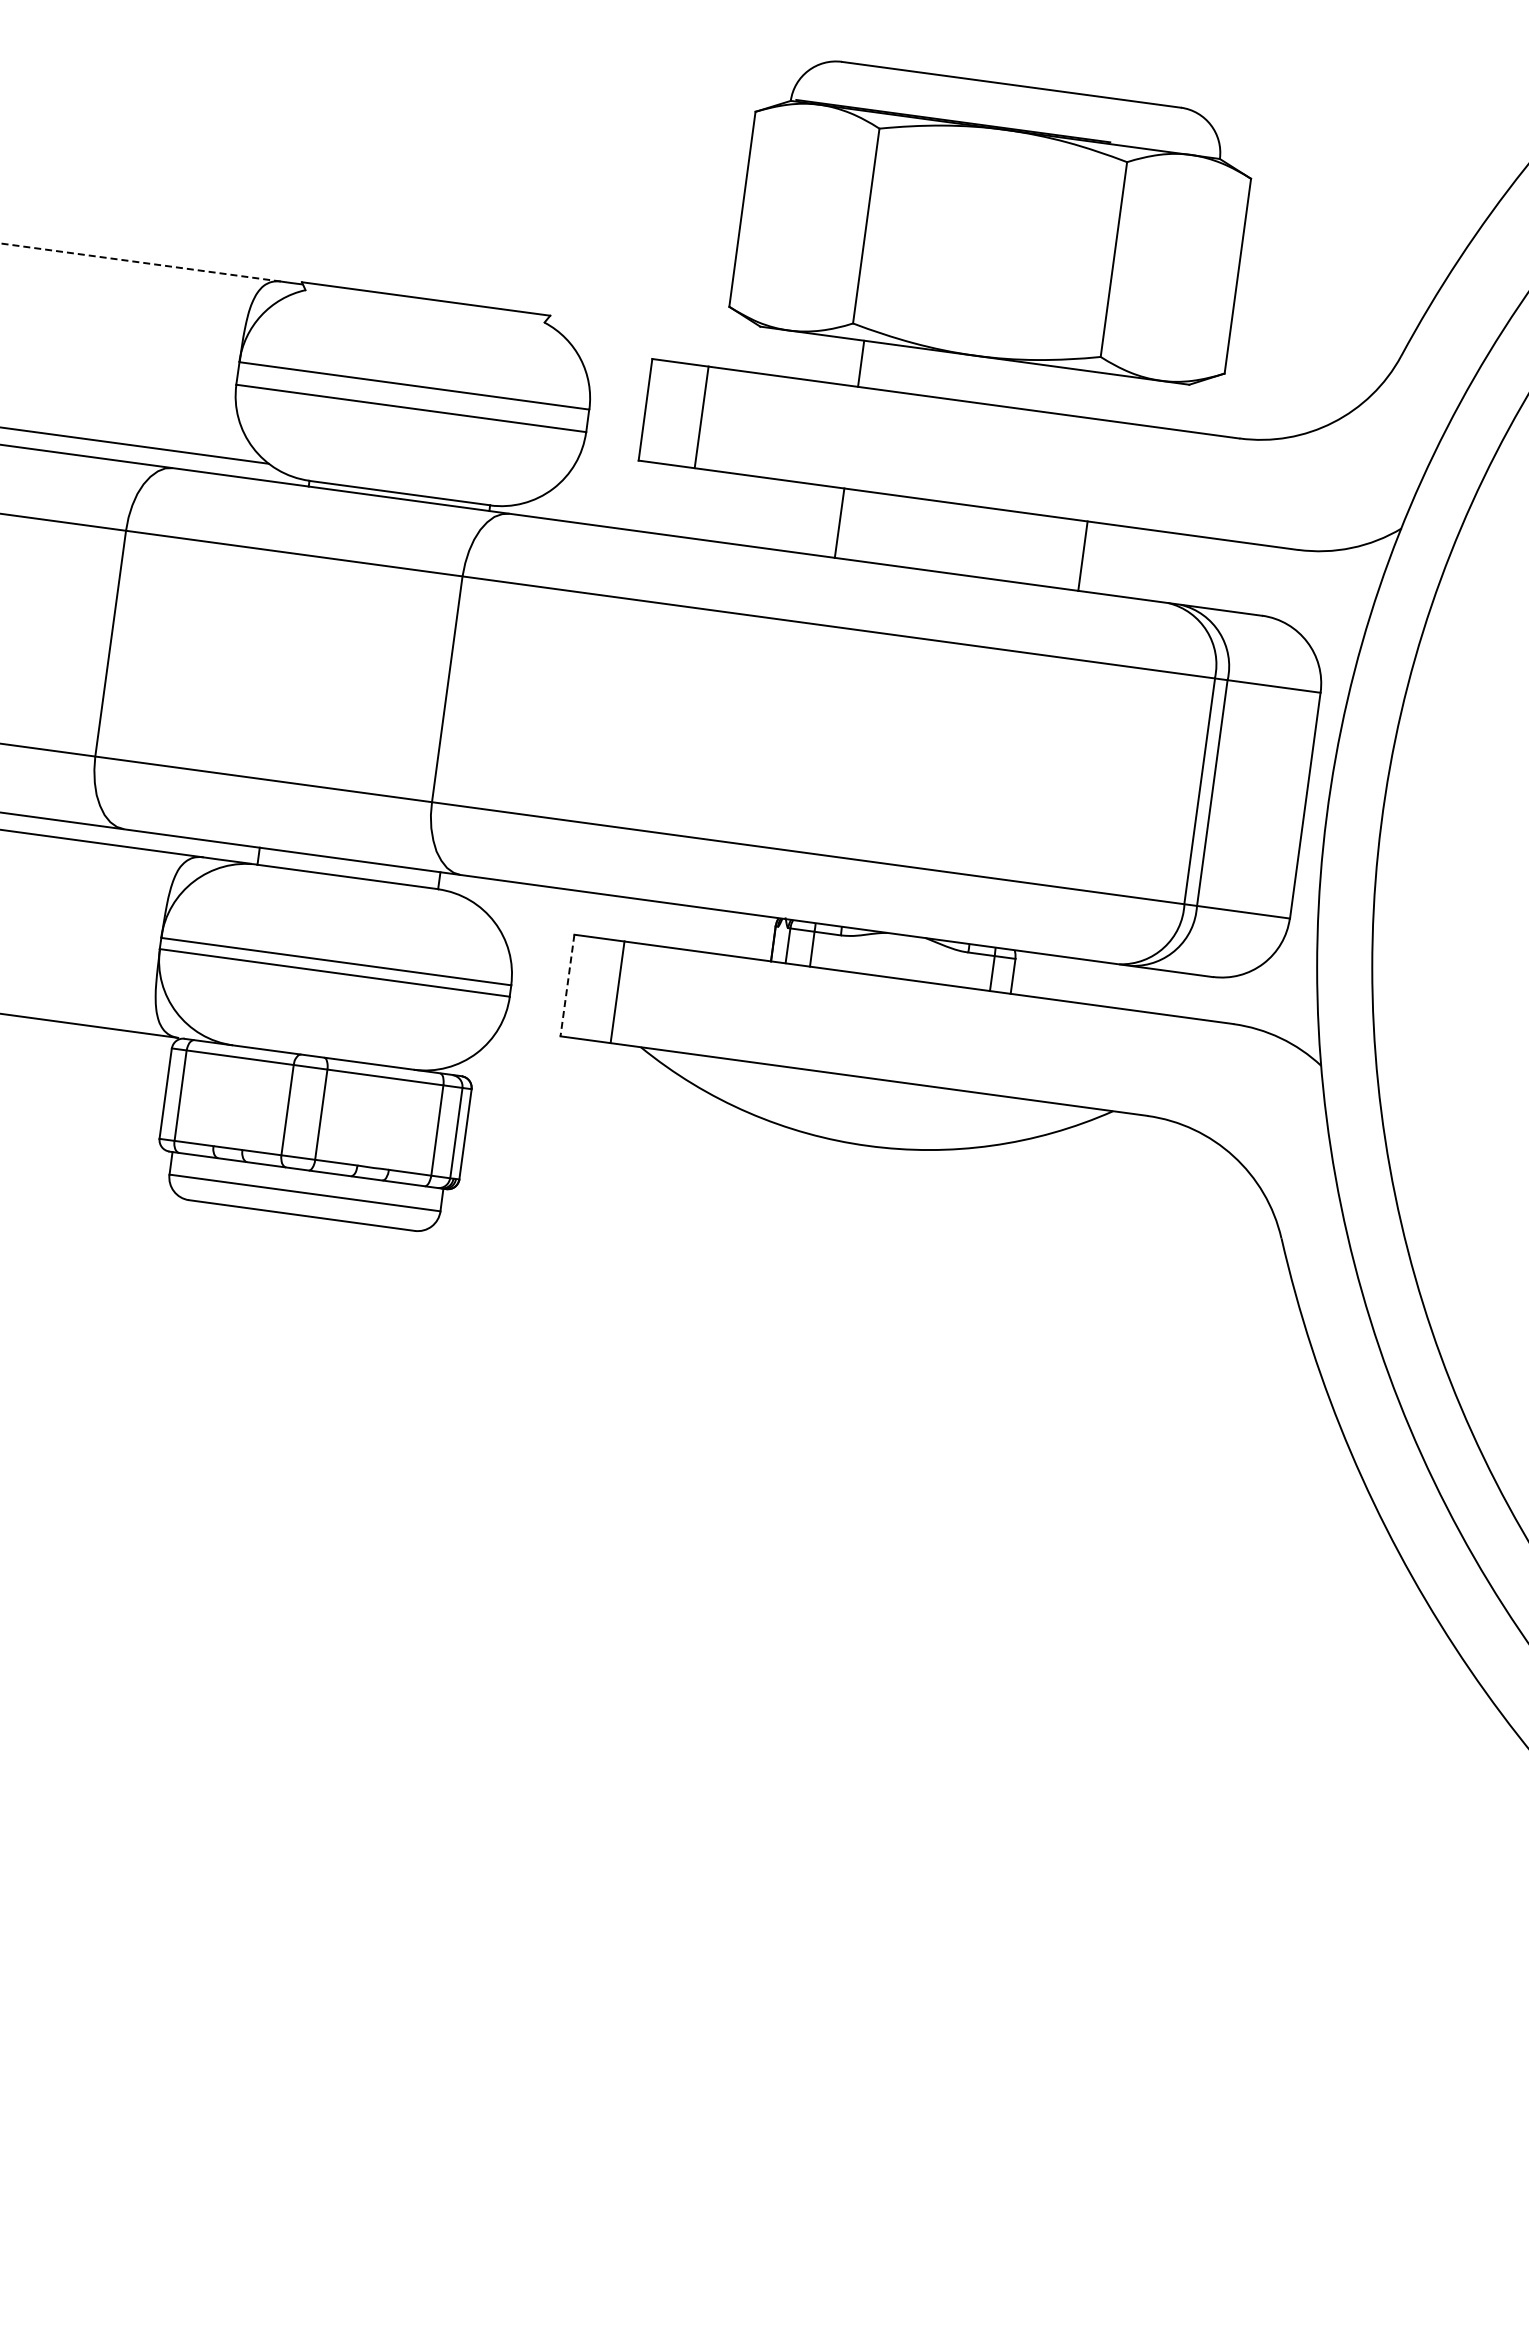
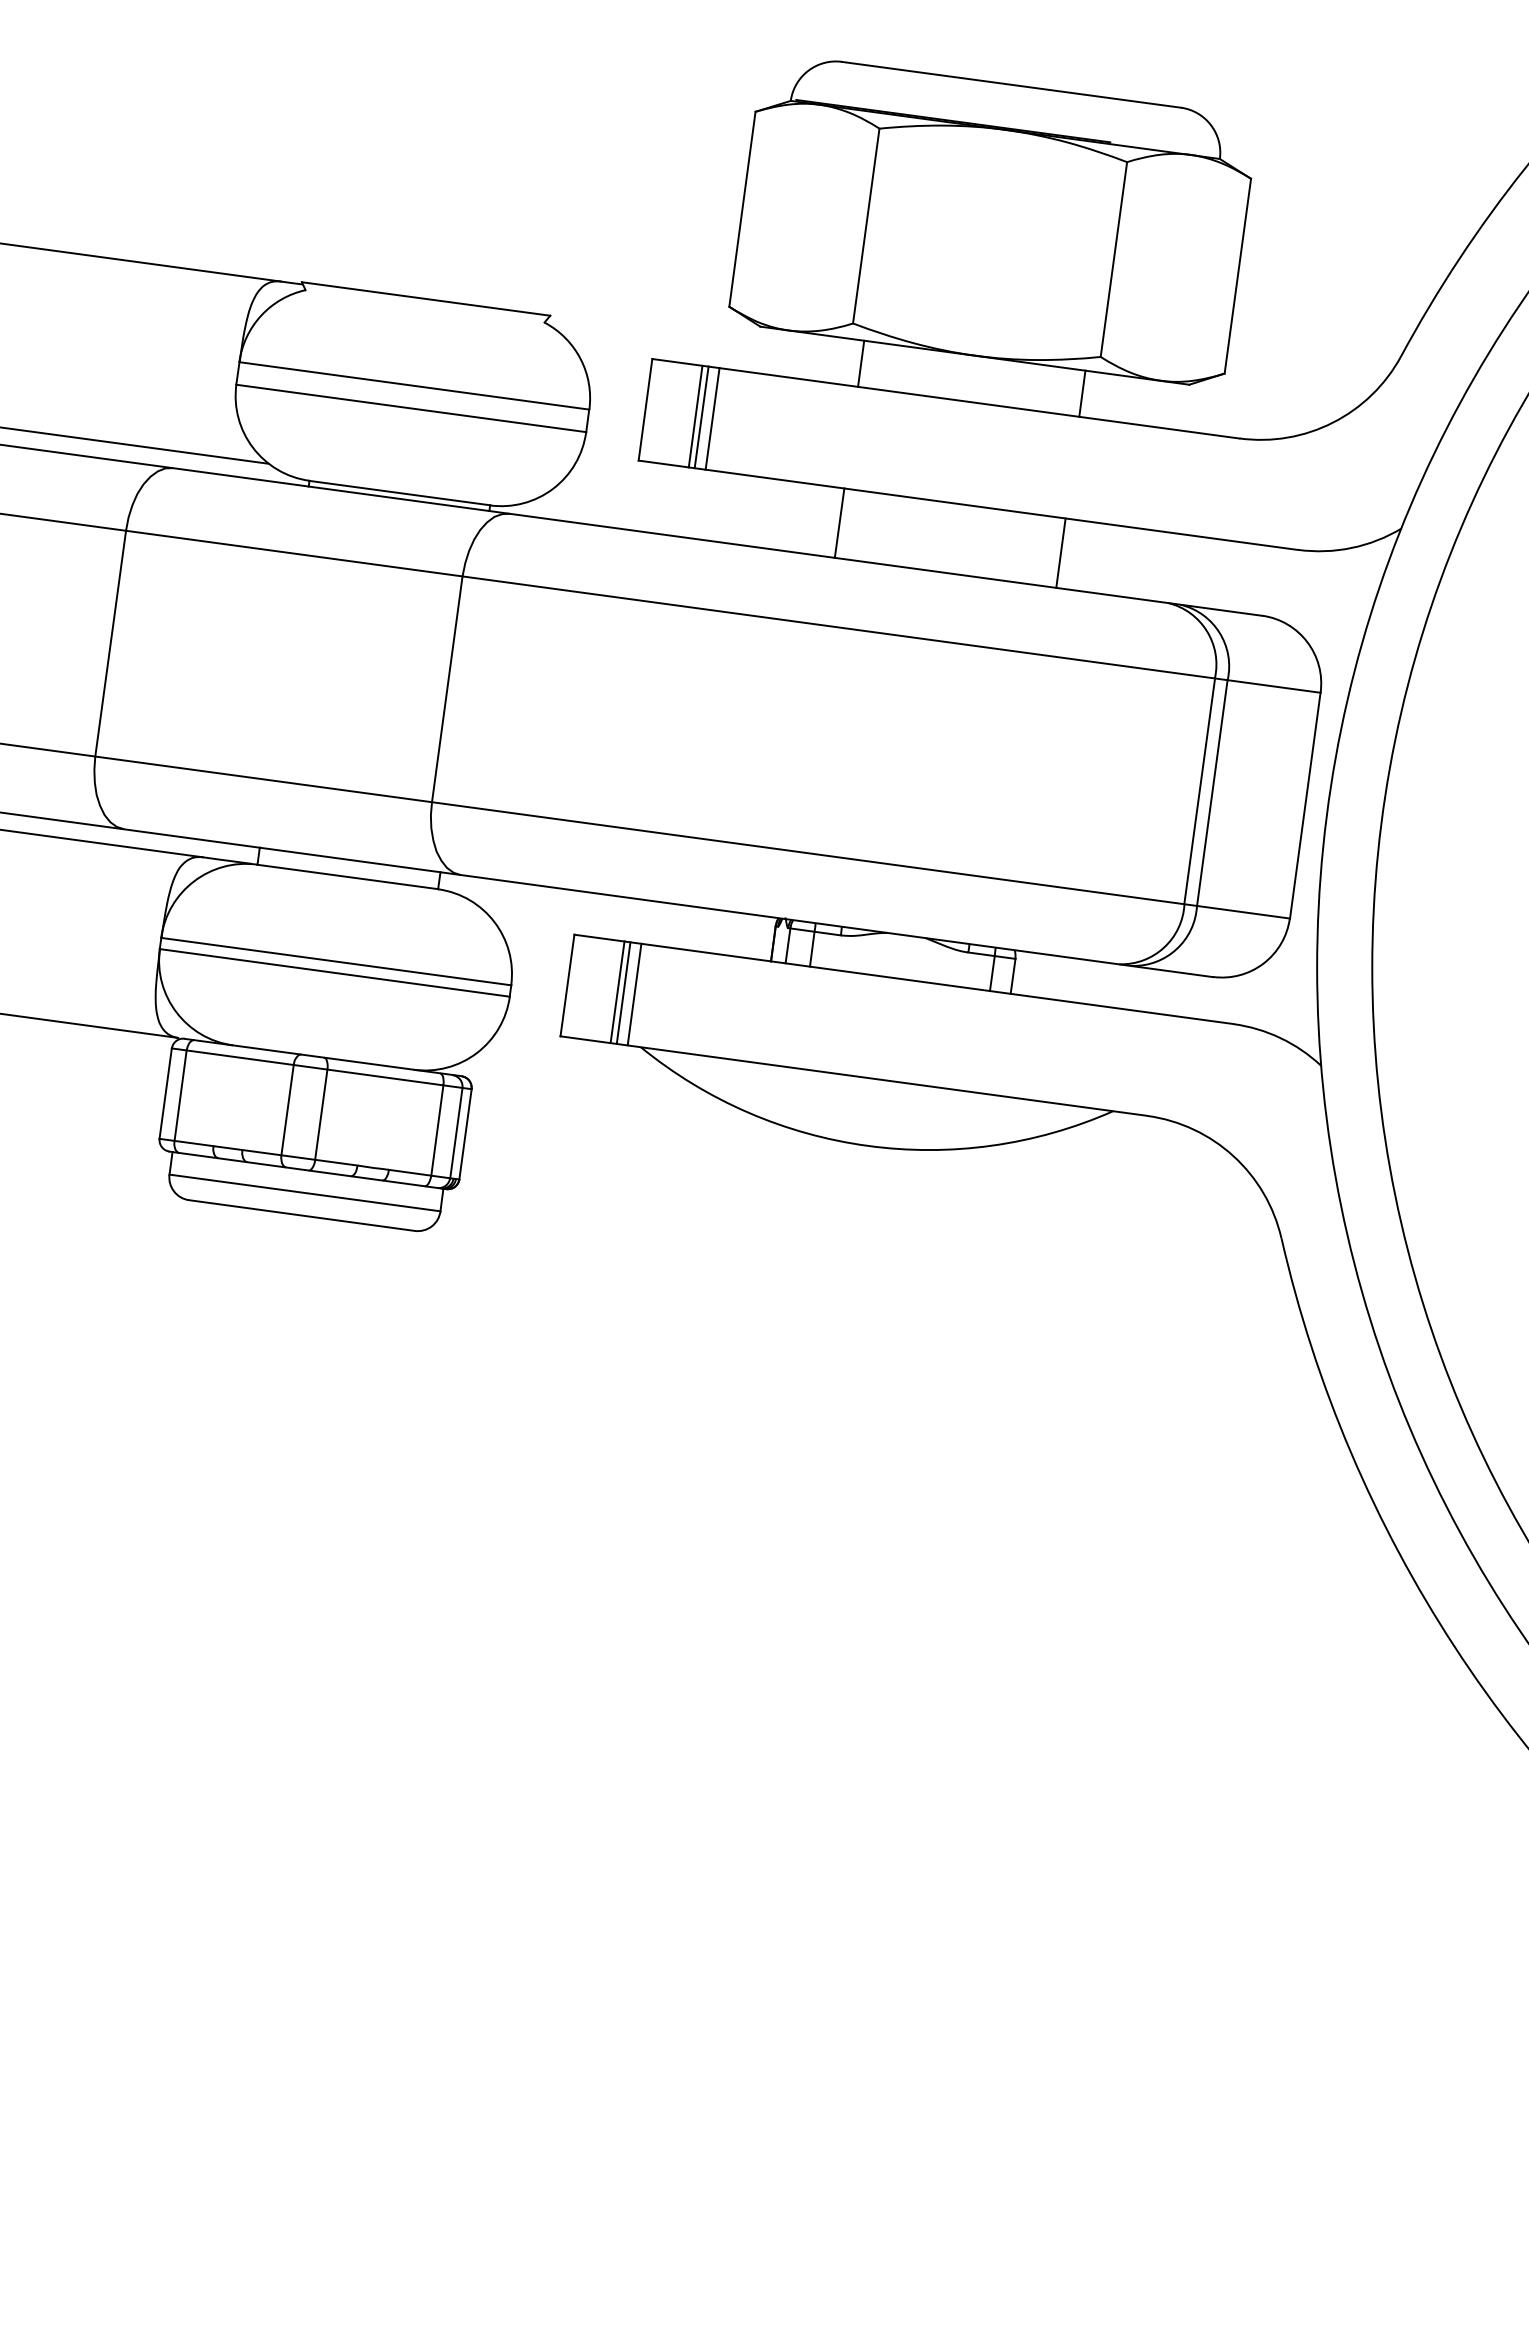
line at (140, 262): dashed -> solid
line at (1082, 393): none -> present
line at (695, 416): none -> present
line at (712, 418): none -> present
line at (1082, 555) position: (1082, 555) -> (1060, 552)
line at (567, 986): dashed -> solid
line at (623, 992): none -> present
line at (634, 994): none -> present
